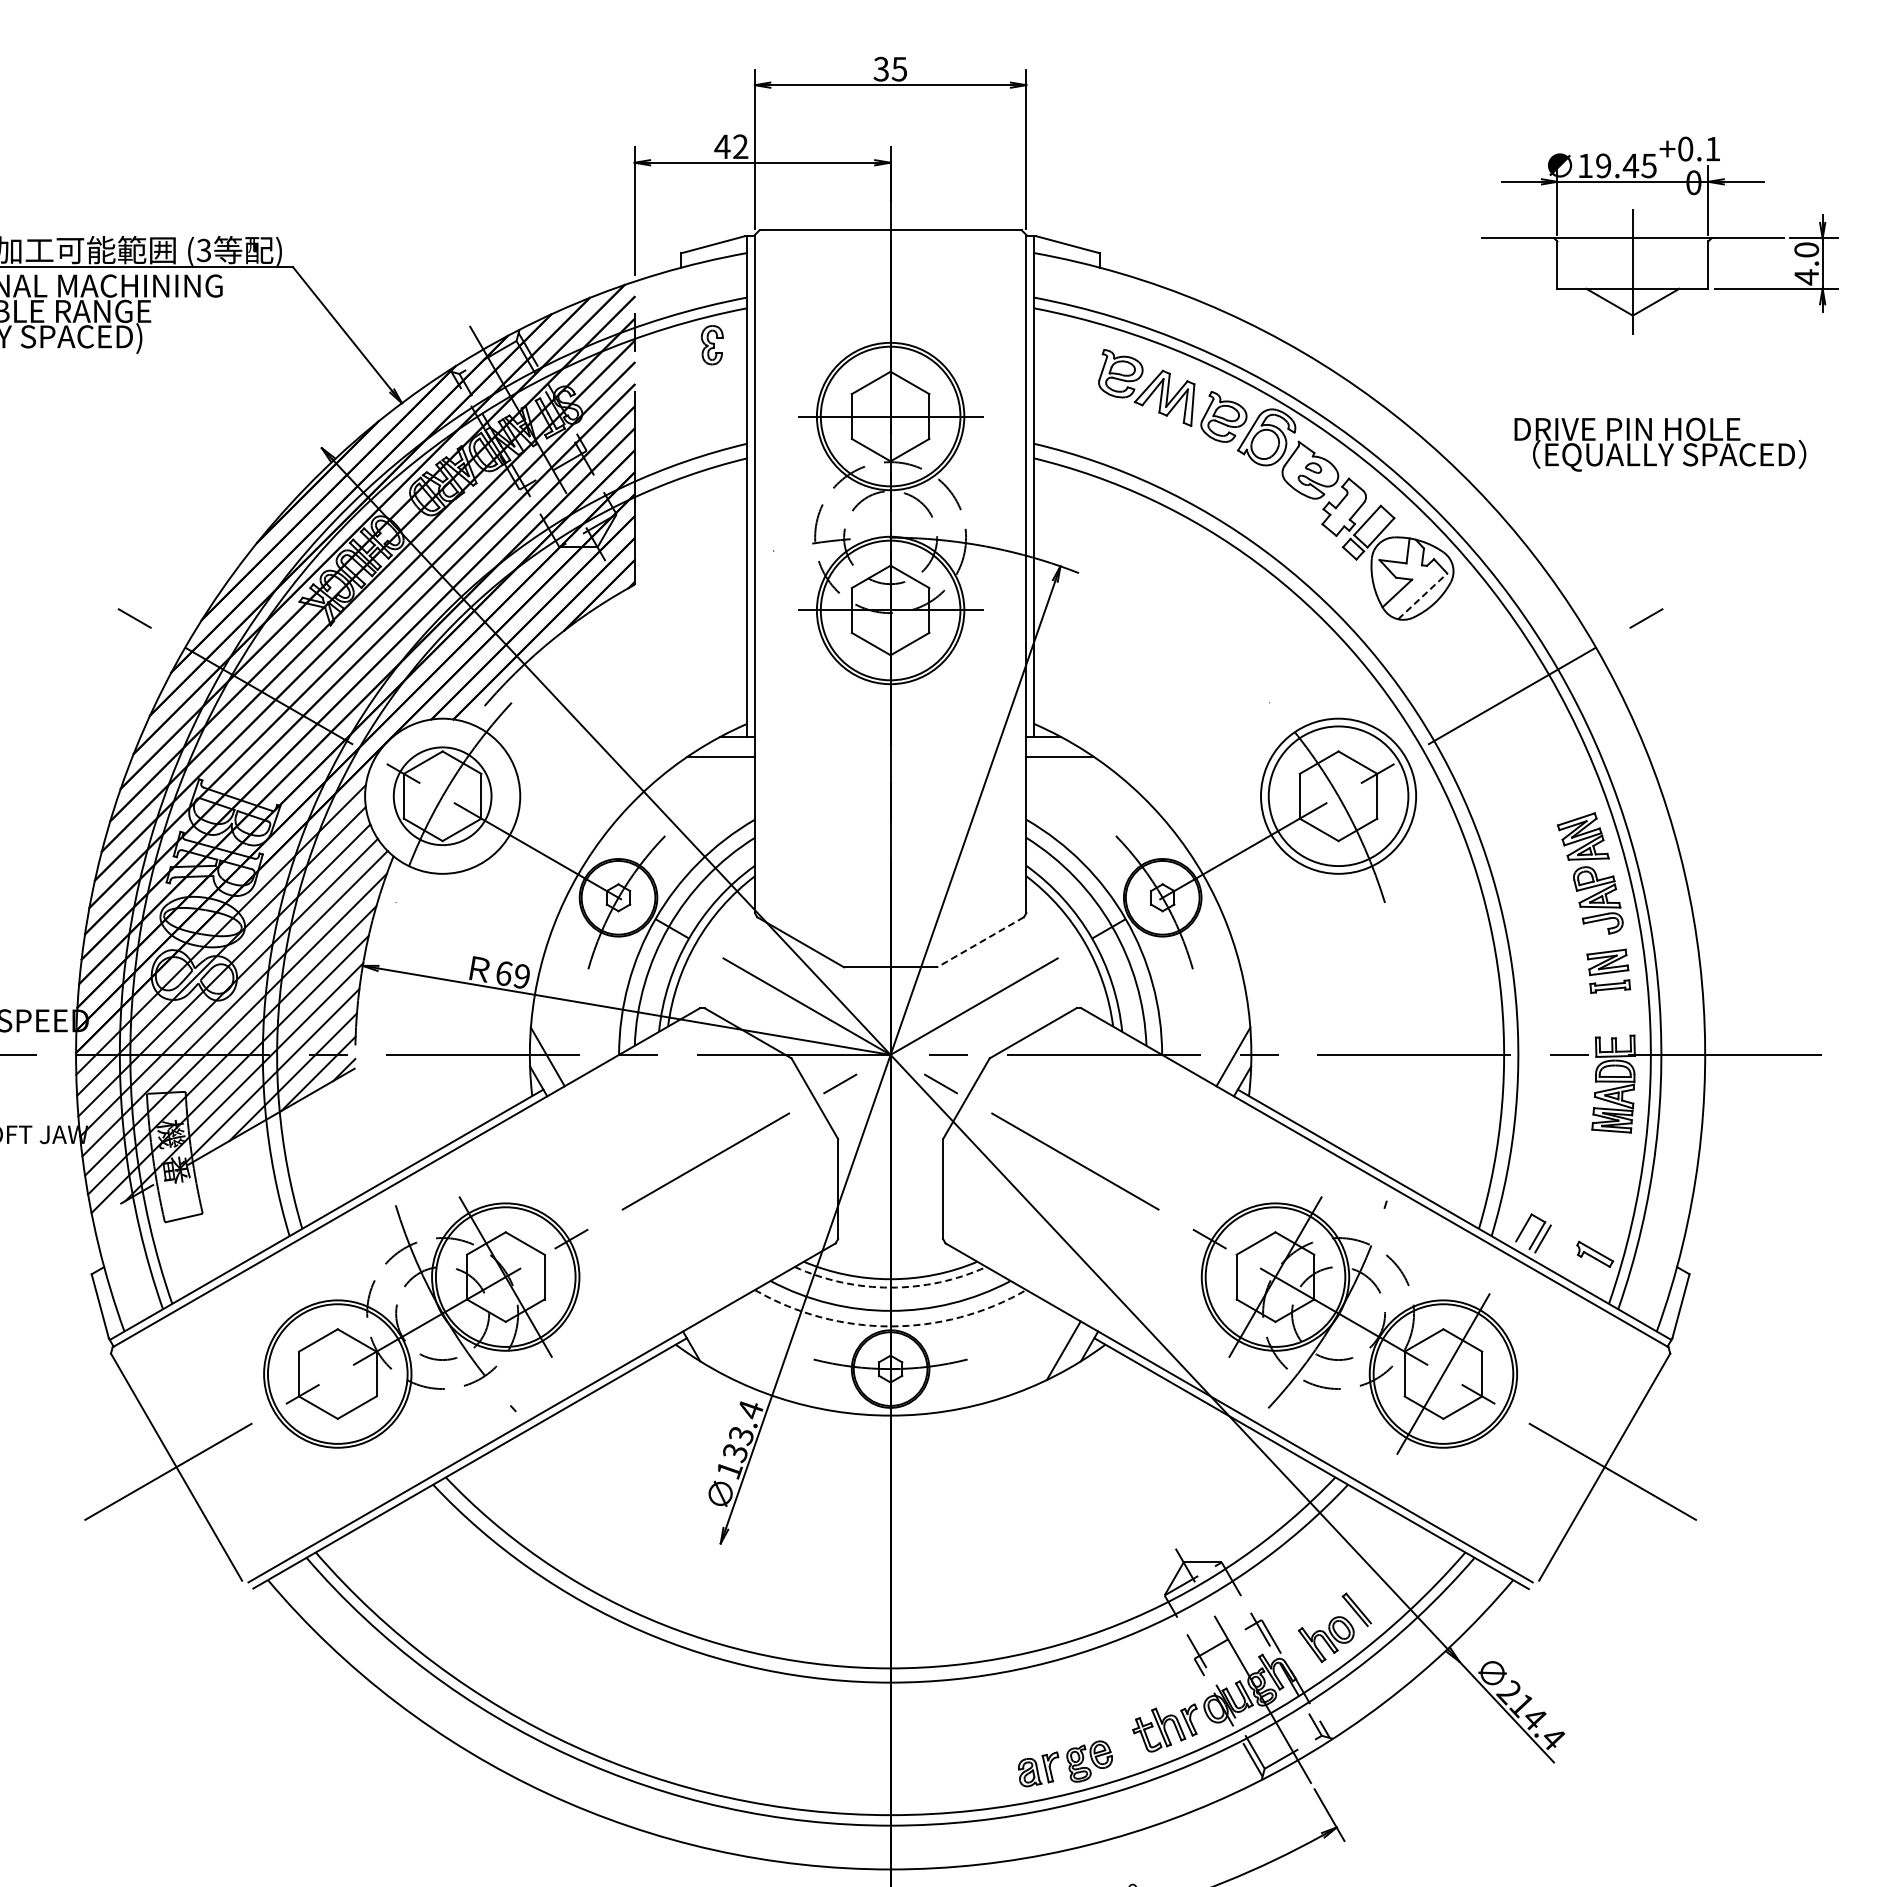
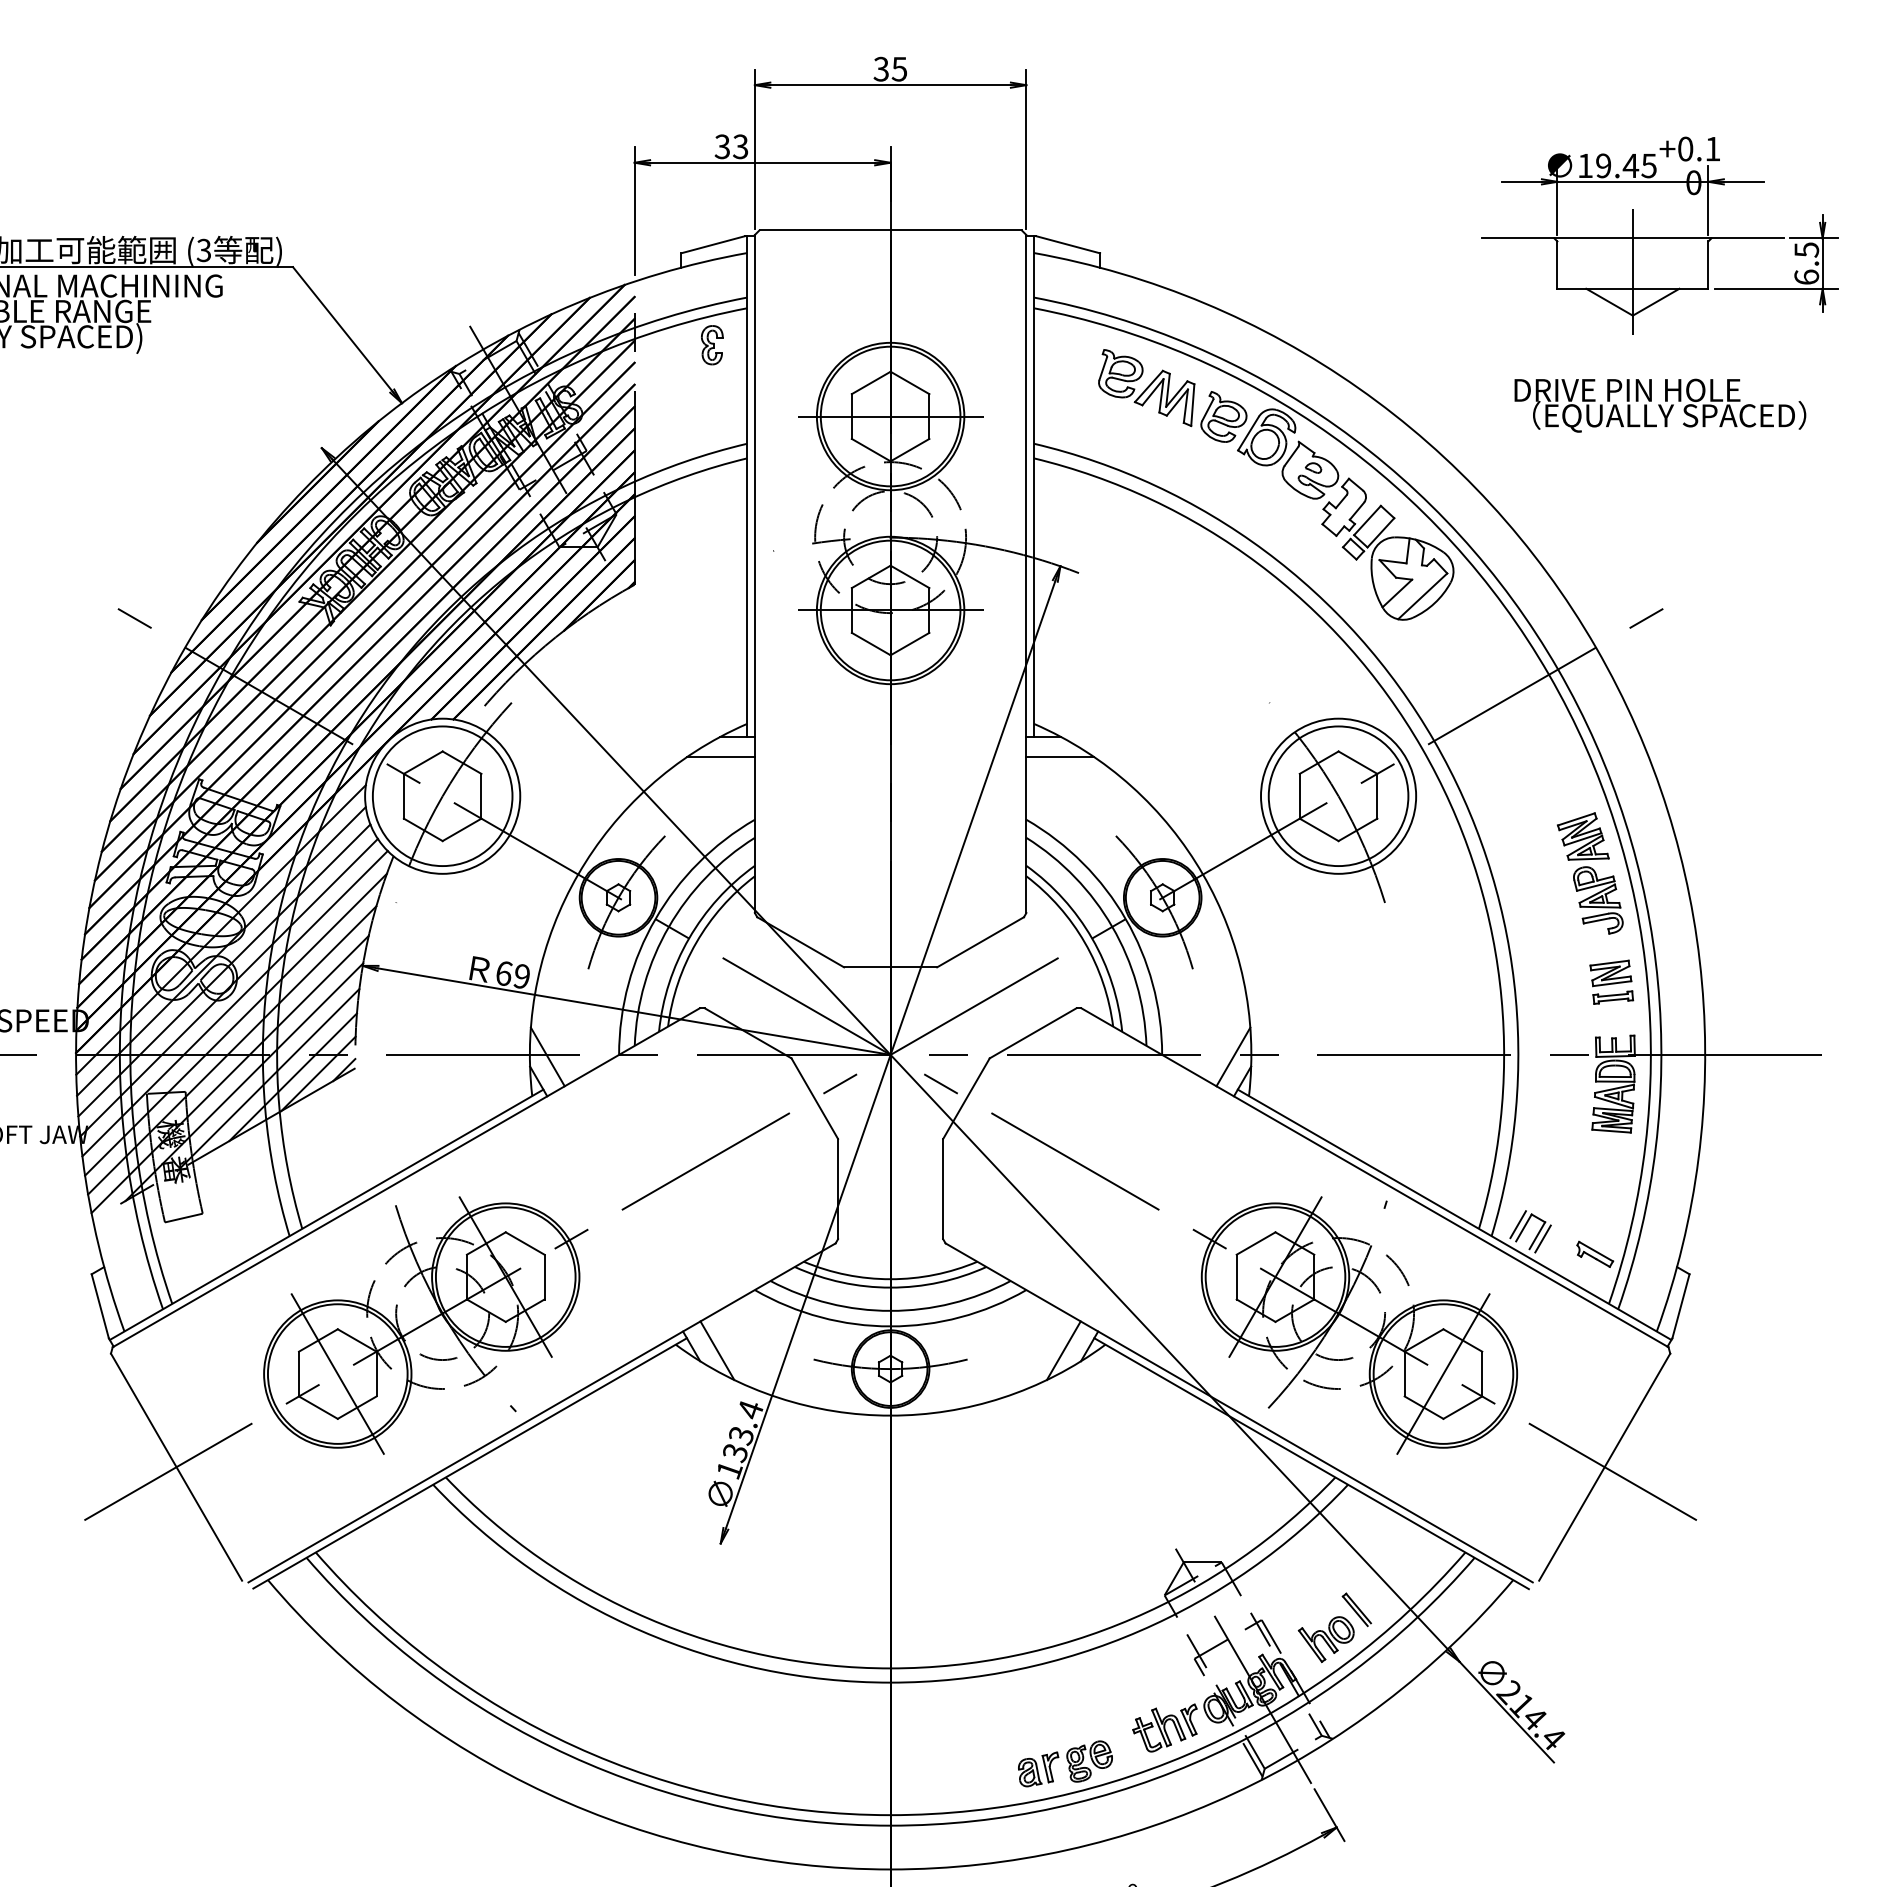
text at (731, 146): 42 -> 33
text at (1806, 263): 4.0 -> 6.5
text at (1660, 444) position: (1660, 444) -> (1660, 405)
line at (1422, 596): dashed -> solid
circle at (442, 796) diameter: 98 px -> 140 px
line at (980, 942): dashed -> solid
part at (1608, 970) position: (1608, 970) -> (1611, 981)
line at (1517, 1224): none -> present
arc at (890, 1287): dashed -> solid
arc at (890, 1326): dashed -> solid
line at (717, 1350): none -> present
line at (337, 1373): none -> present
